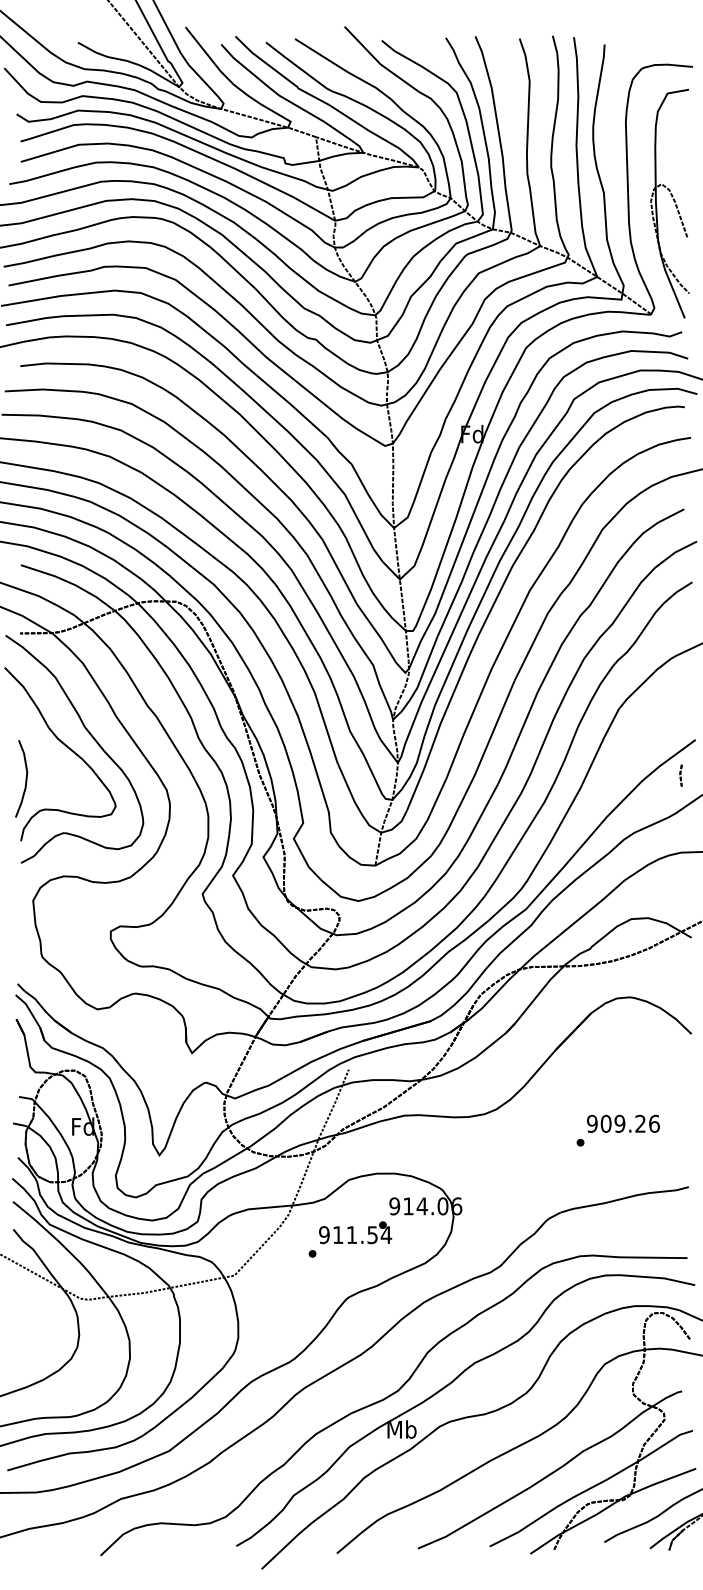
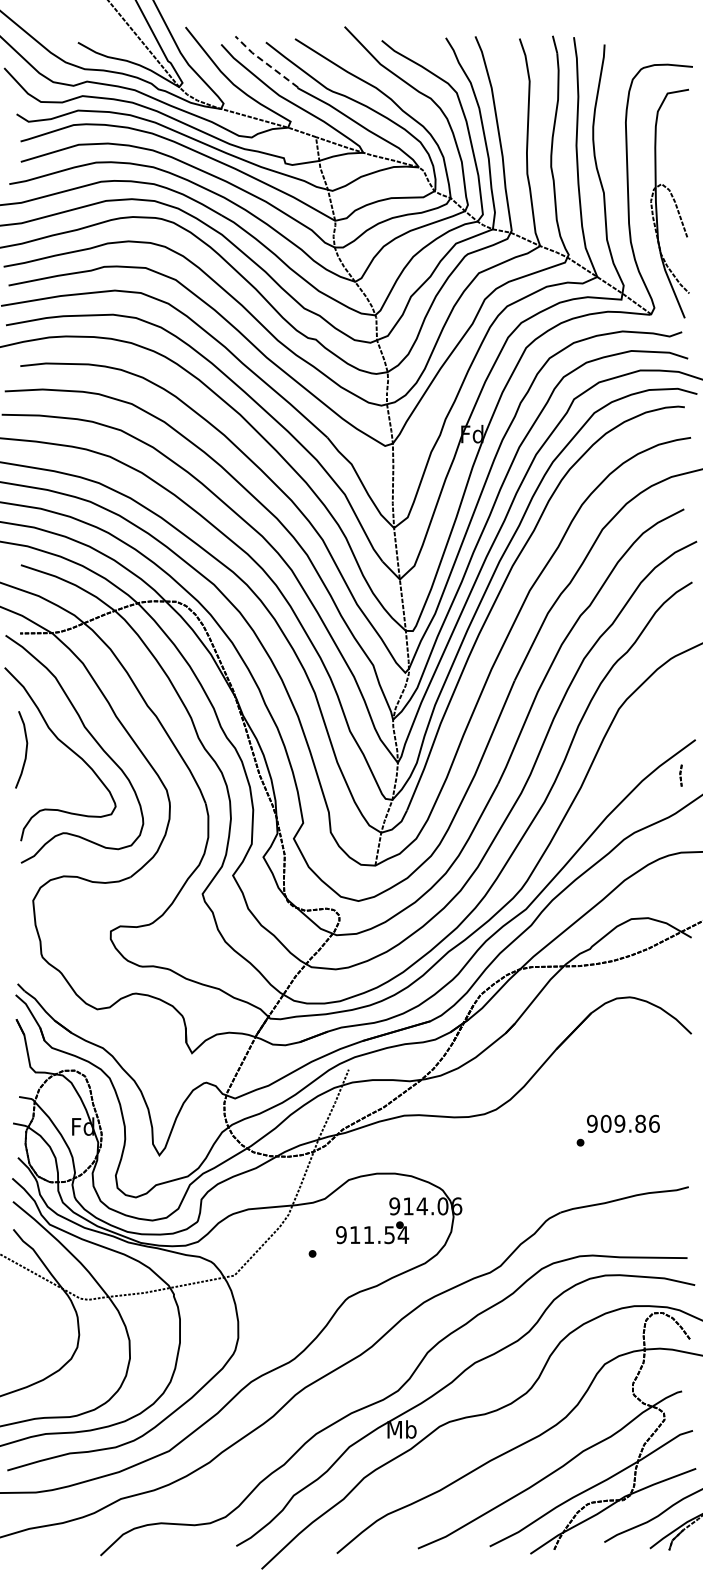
line at (264, 62): solid -> dashed
curve at (25, 778) position: (25, 778) -> (25, 749)
text at (640, 1123): 909.26 -> 909.86
text at (355, 1232) position: (355, 1232) -> (372, 1232)
